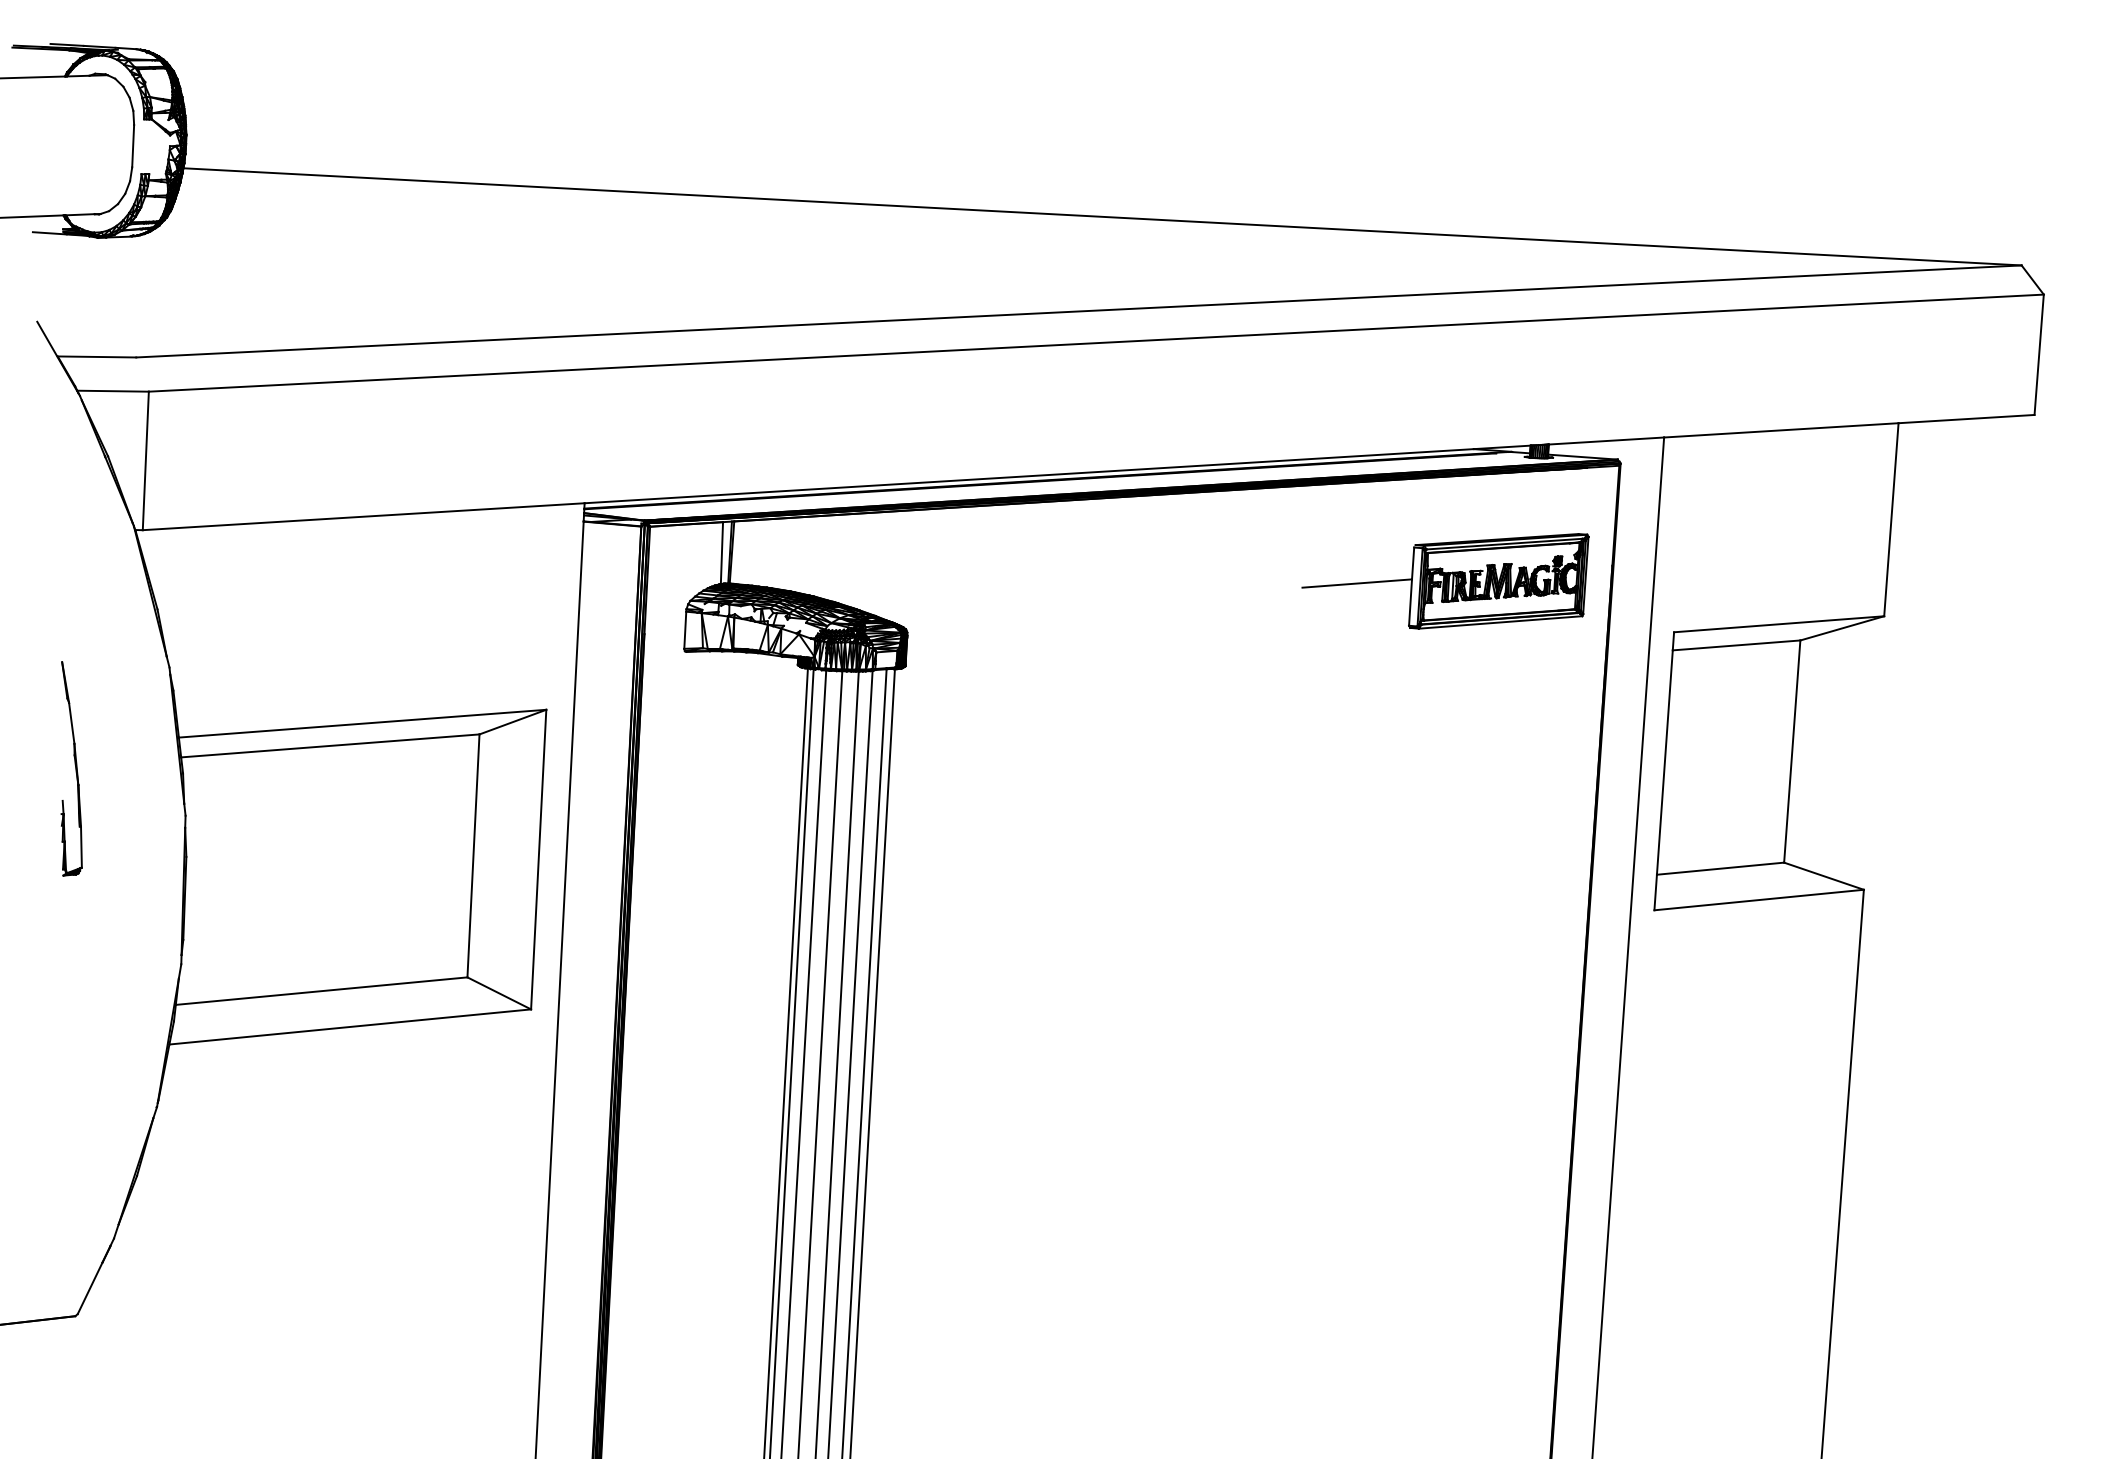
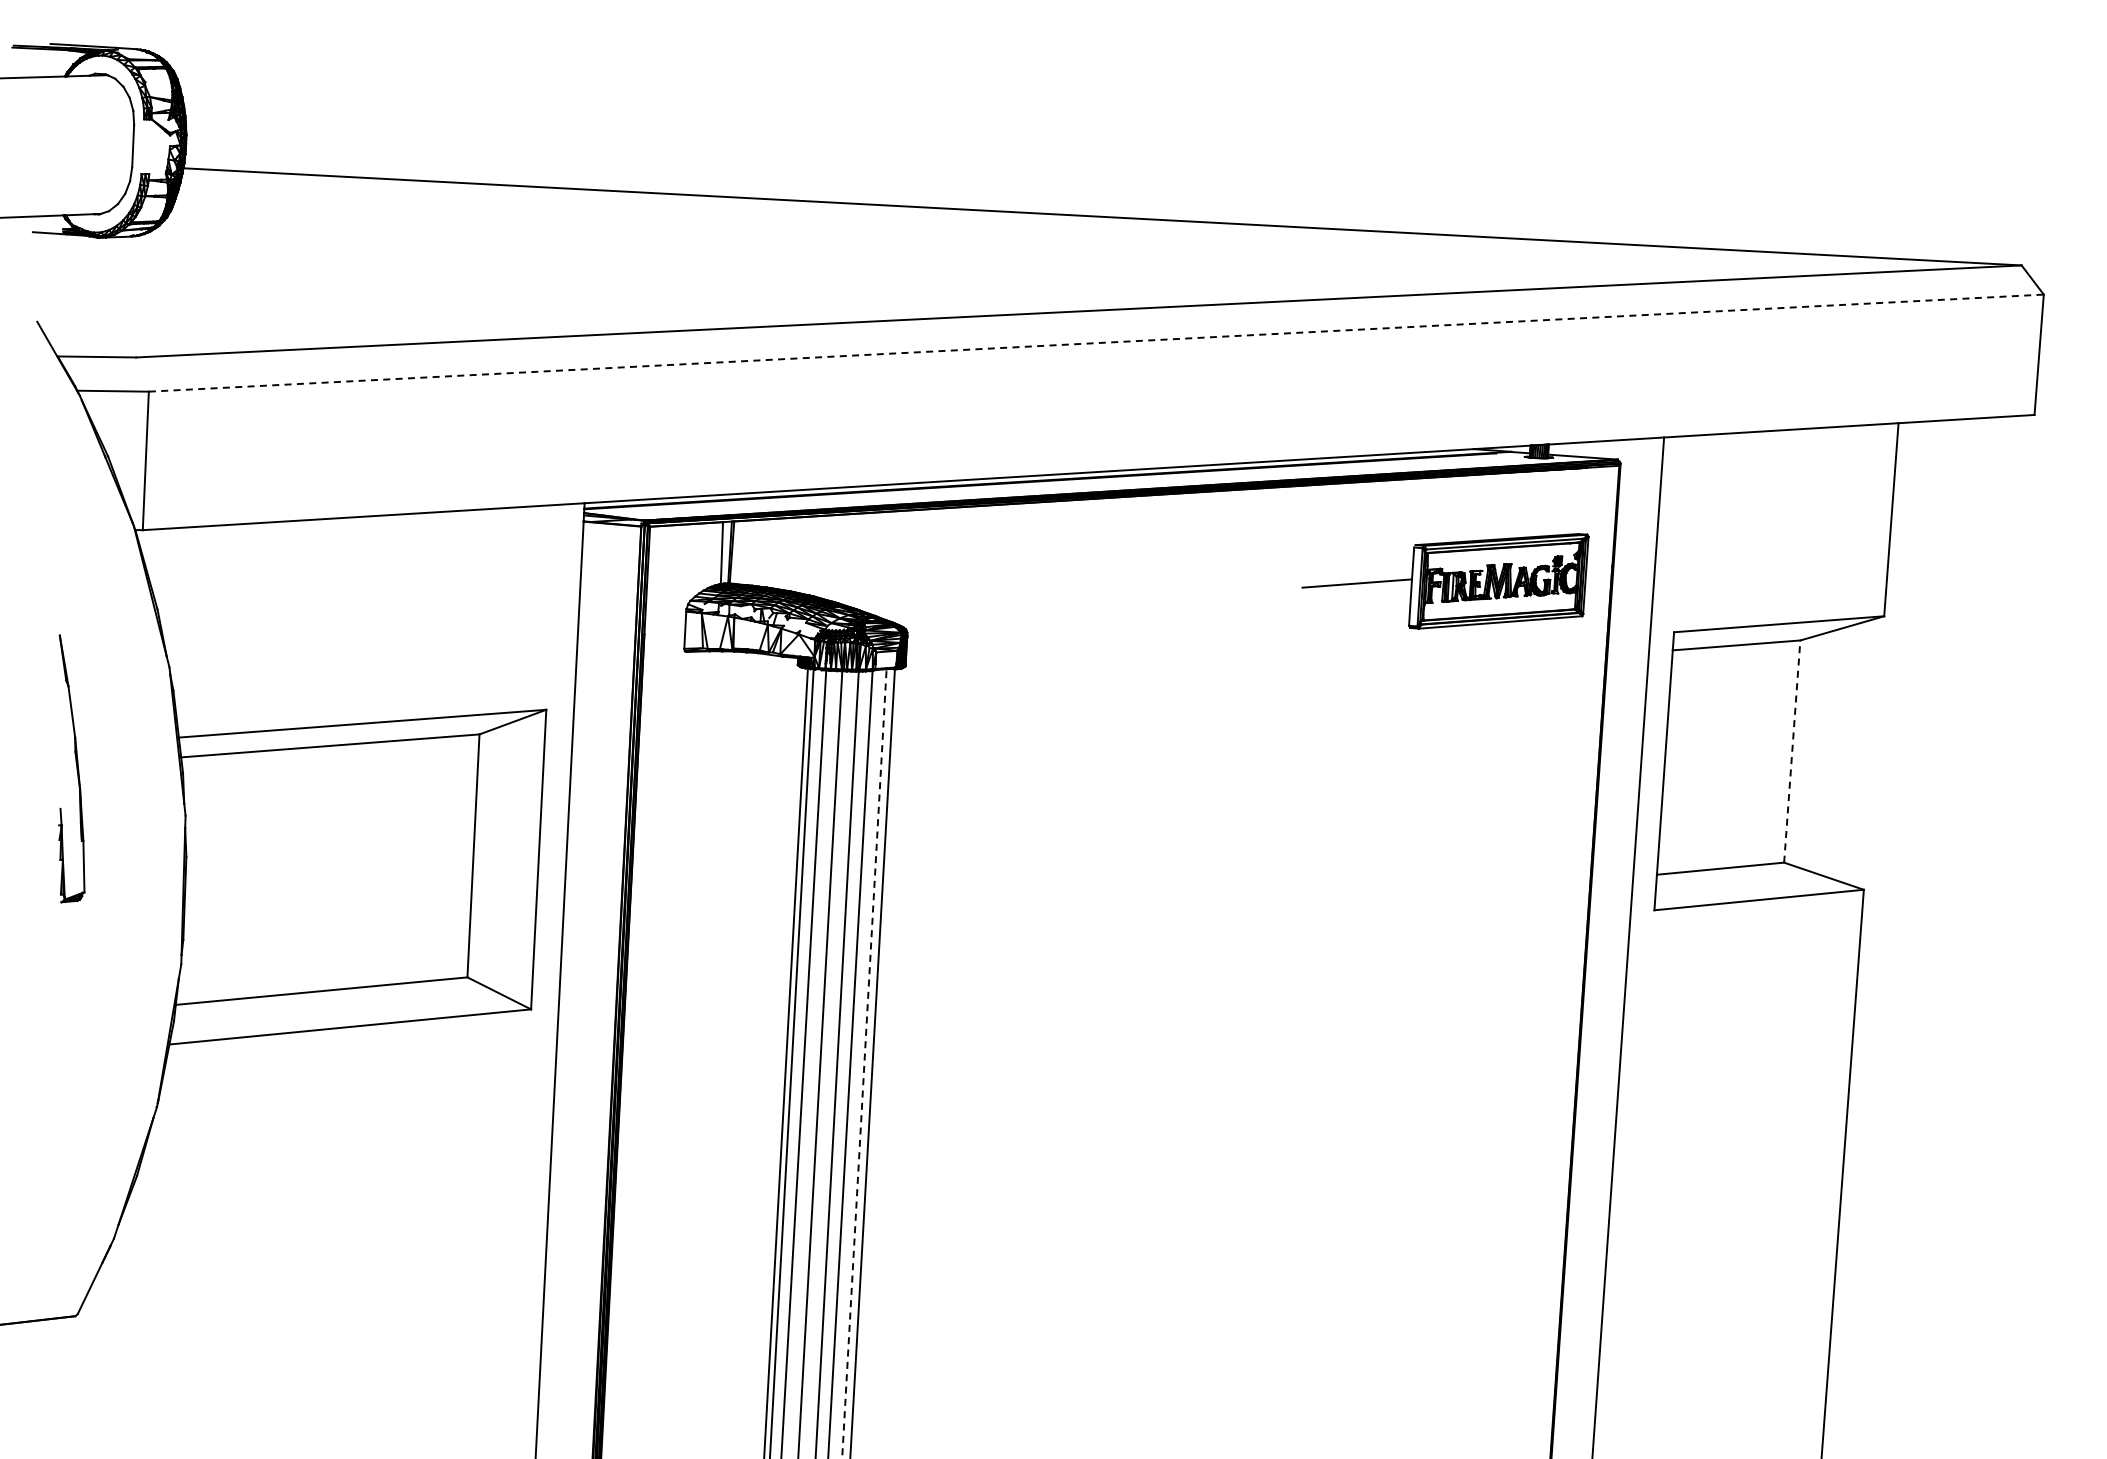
line at (1096, 343): solid -> dashed
line at (1792, 751): solid -> dashed
part at (71, 768) size: 23x216 px -> 28x270 px
line at (864, 1063): solid -> dashed
